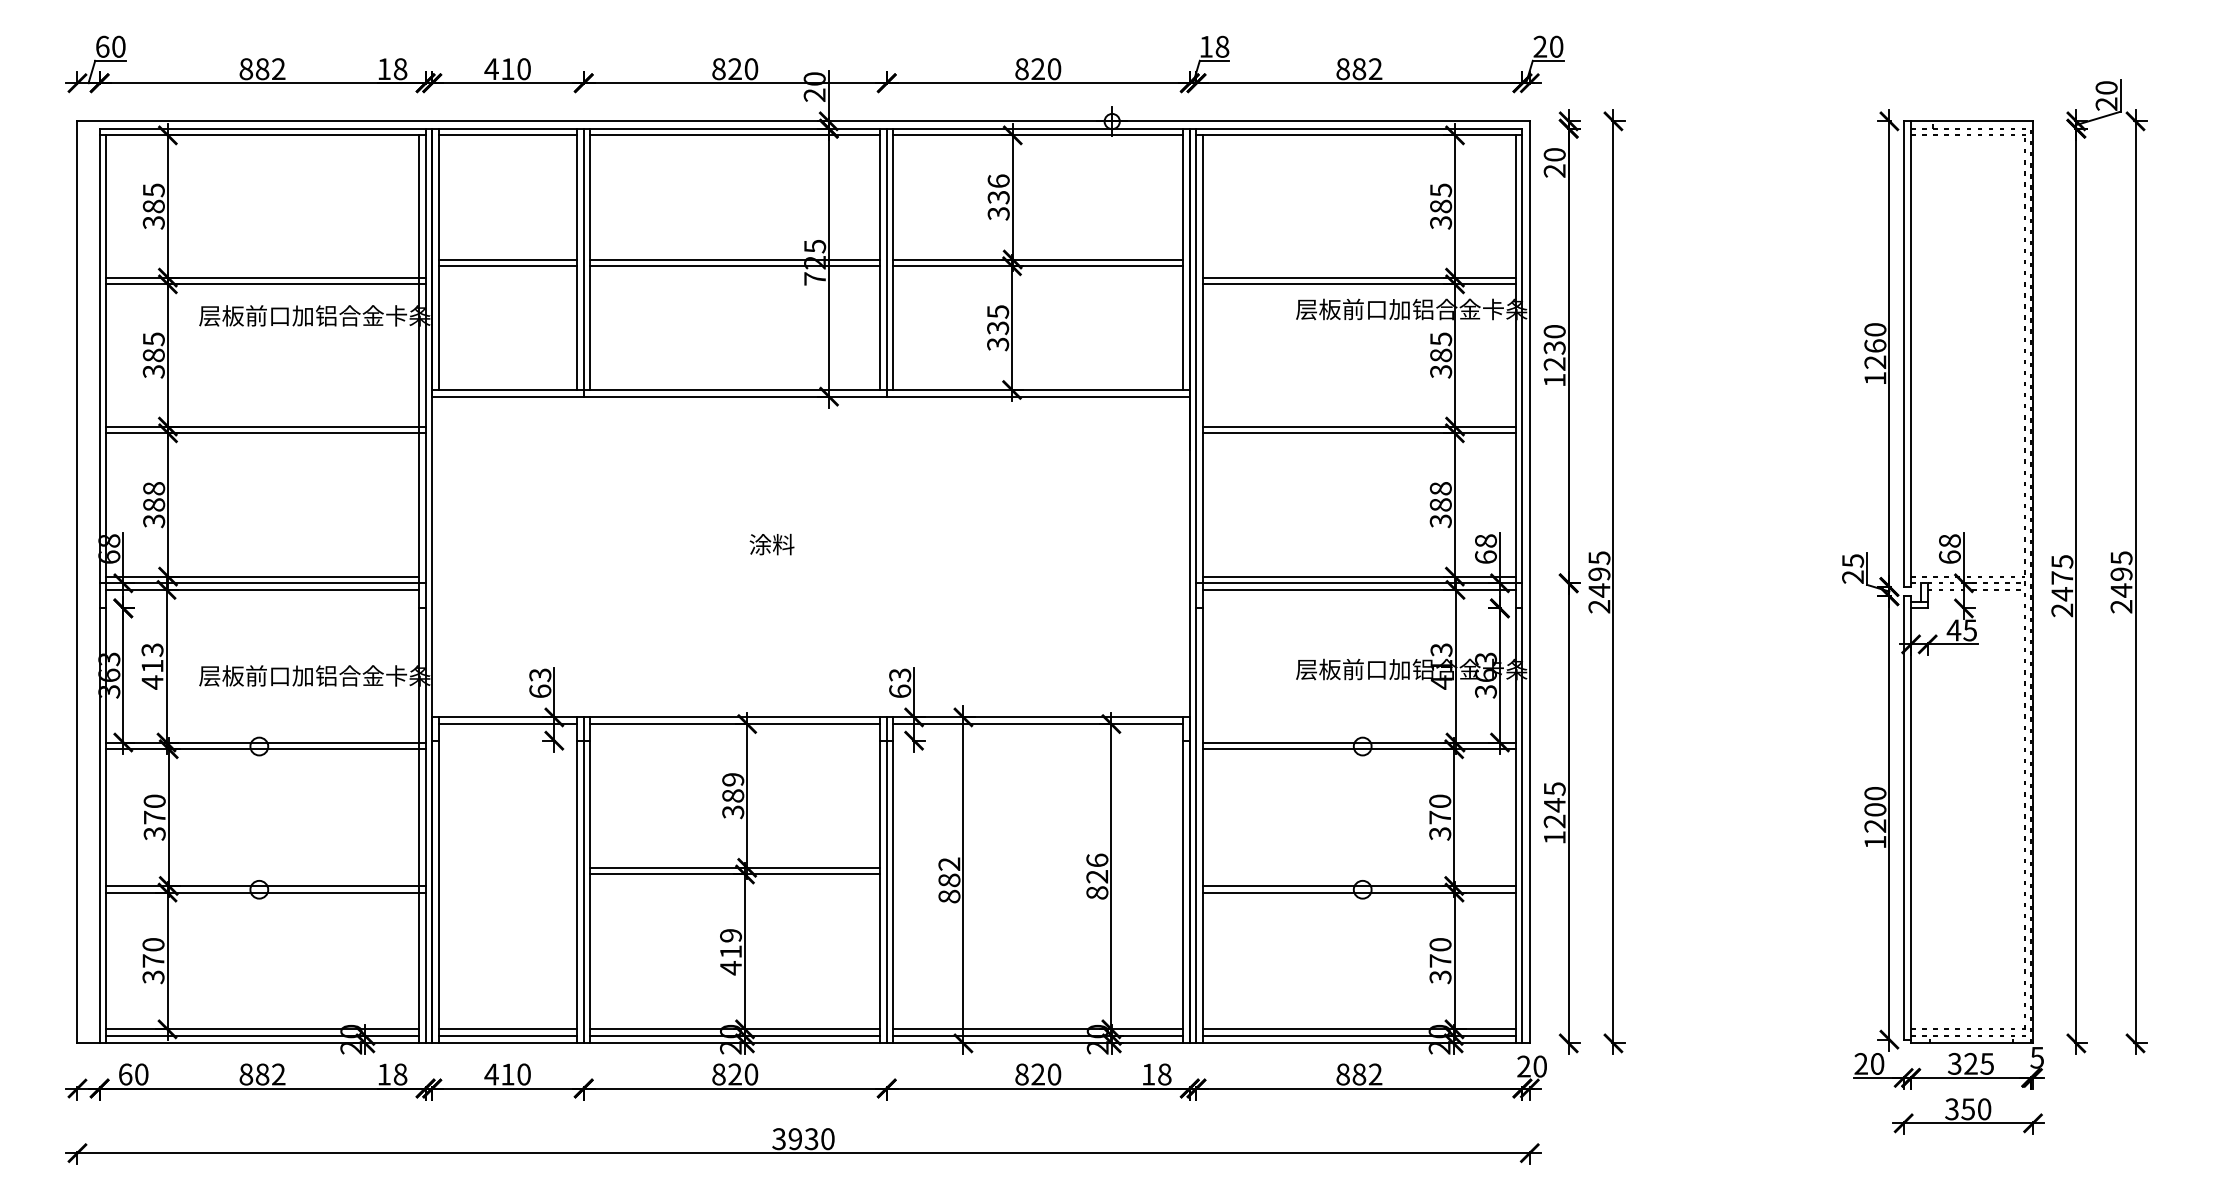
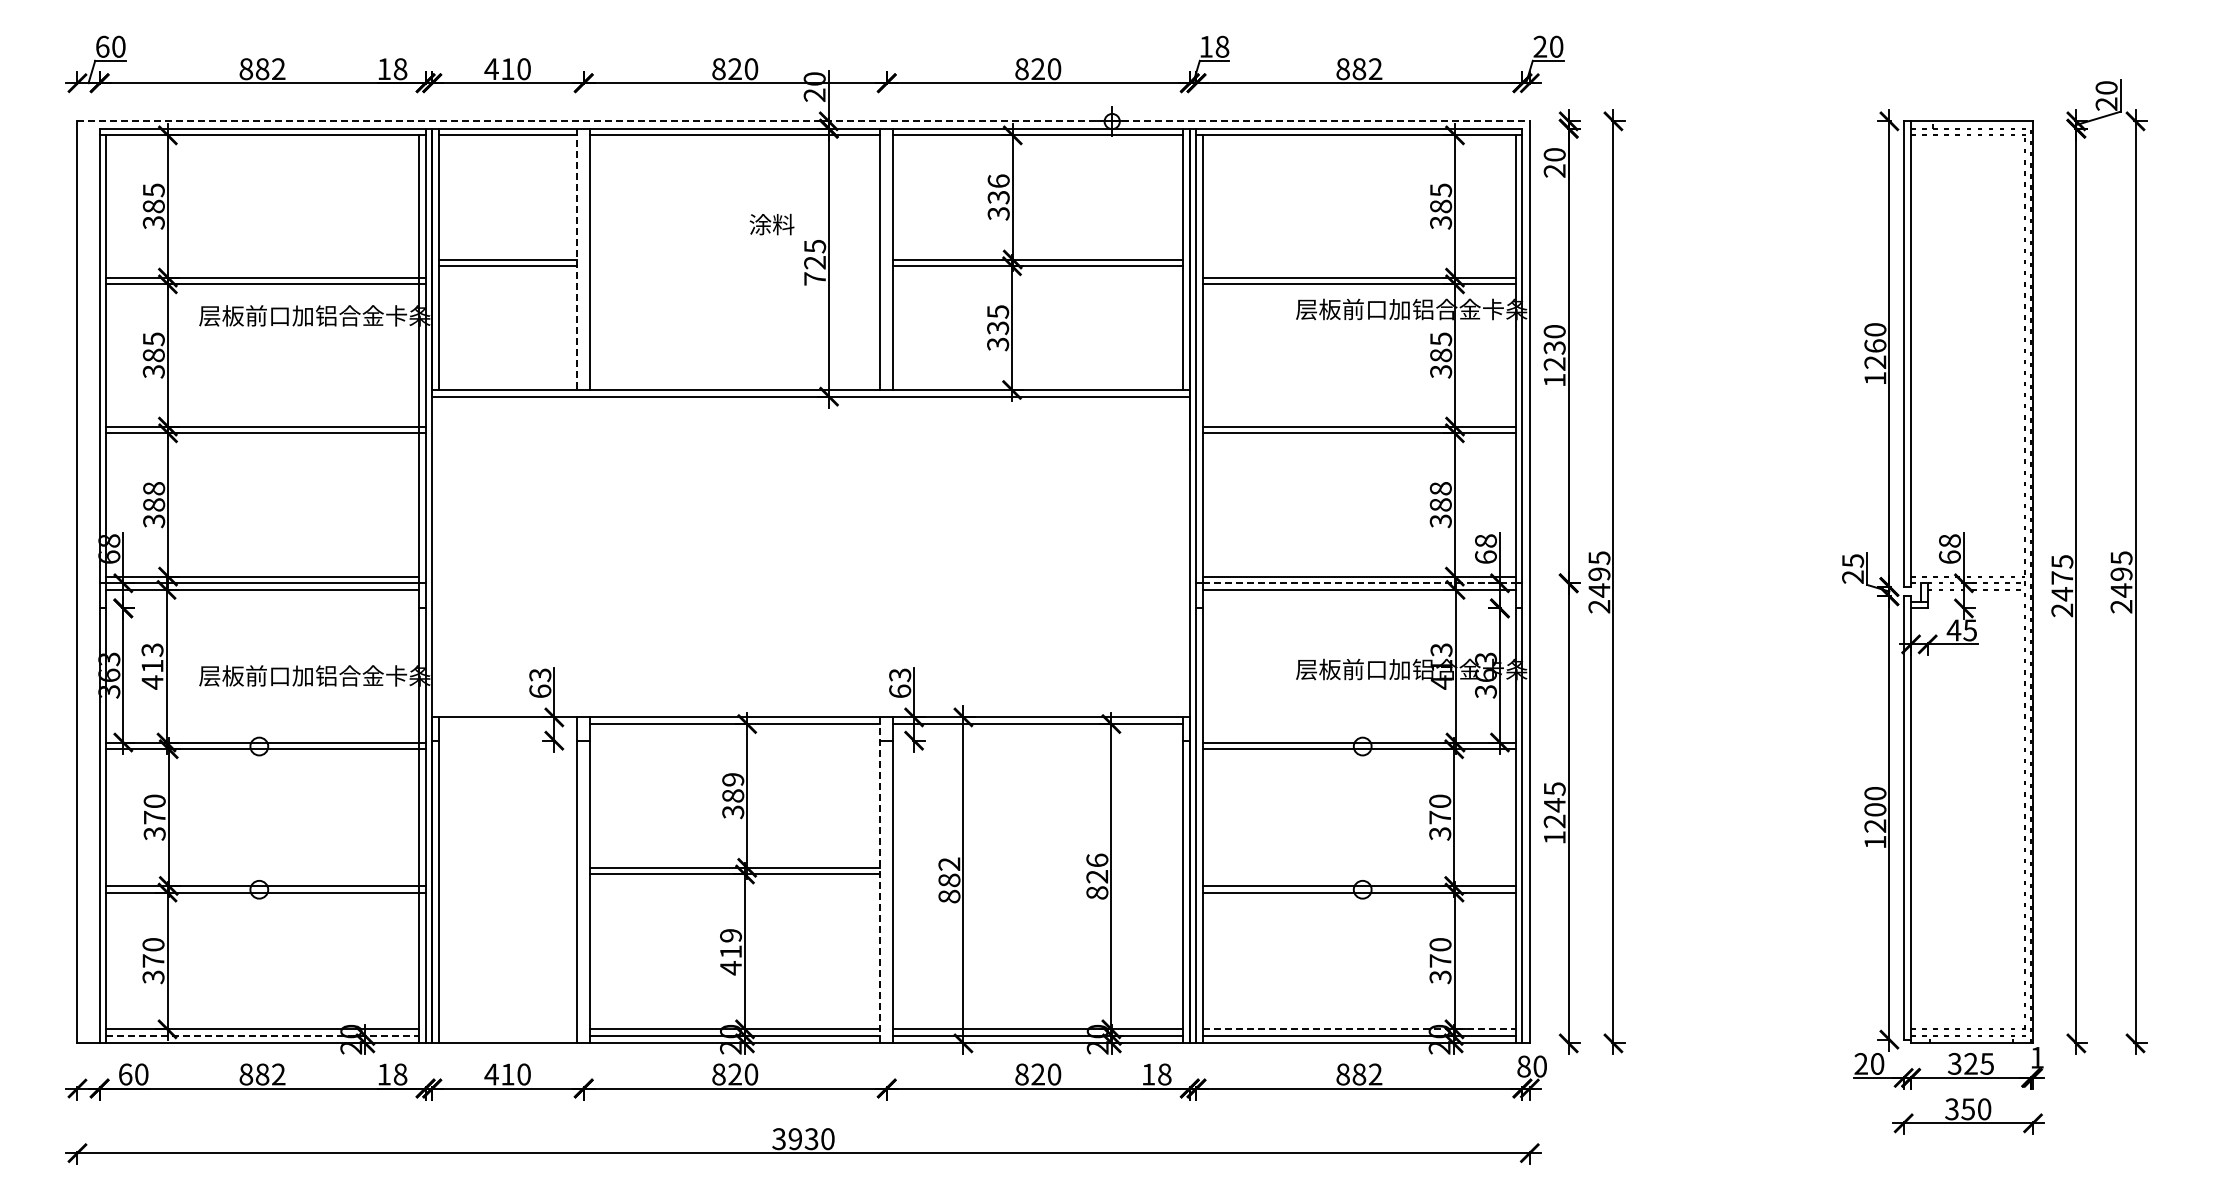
line at (804, 121): solid -> dashed
line at (577, 259): solid -> dashed
line at (735, 259): present -> none
line at (583, 262): present -> none
line at (886, 262): present -> none
line at (735, 266): present -> none
text at (771, 544) position: (771, 544) -> (771, 224)
line at (1359, 583): solid -> dashed
line at (507, 724): present -> none
line at (583, 880): present -> none
line at (880, 880): solid -> dashed
line at (886, 880): present -> none
line at (507, 1029): present -> none
line at (1359, 1029): solid -> dashed
line at (263, 1035): solid -> dashed
line at (507, 1035): present -> none
text at (2036, 1057): 5 -> 1
text at (1523, 1066): 20 -> 80
